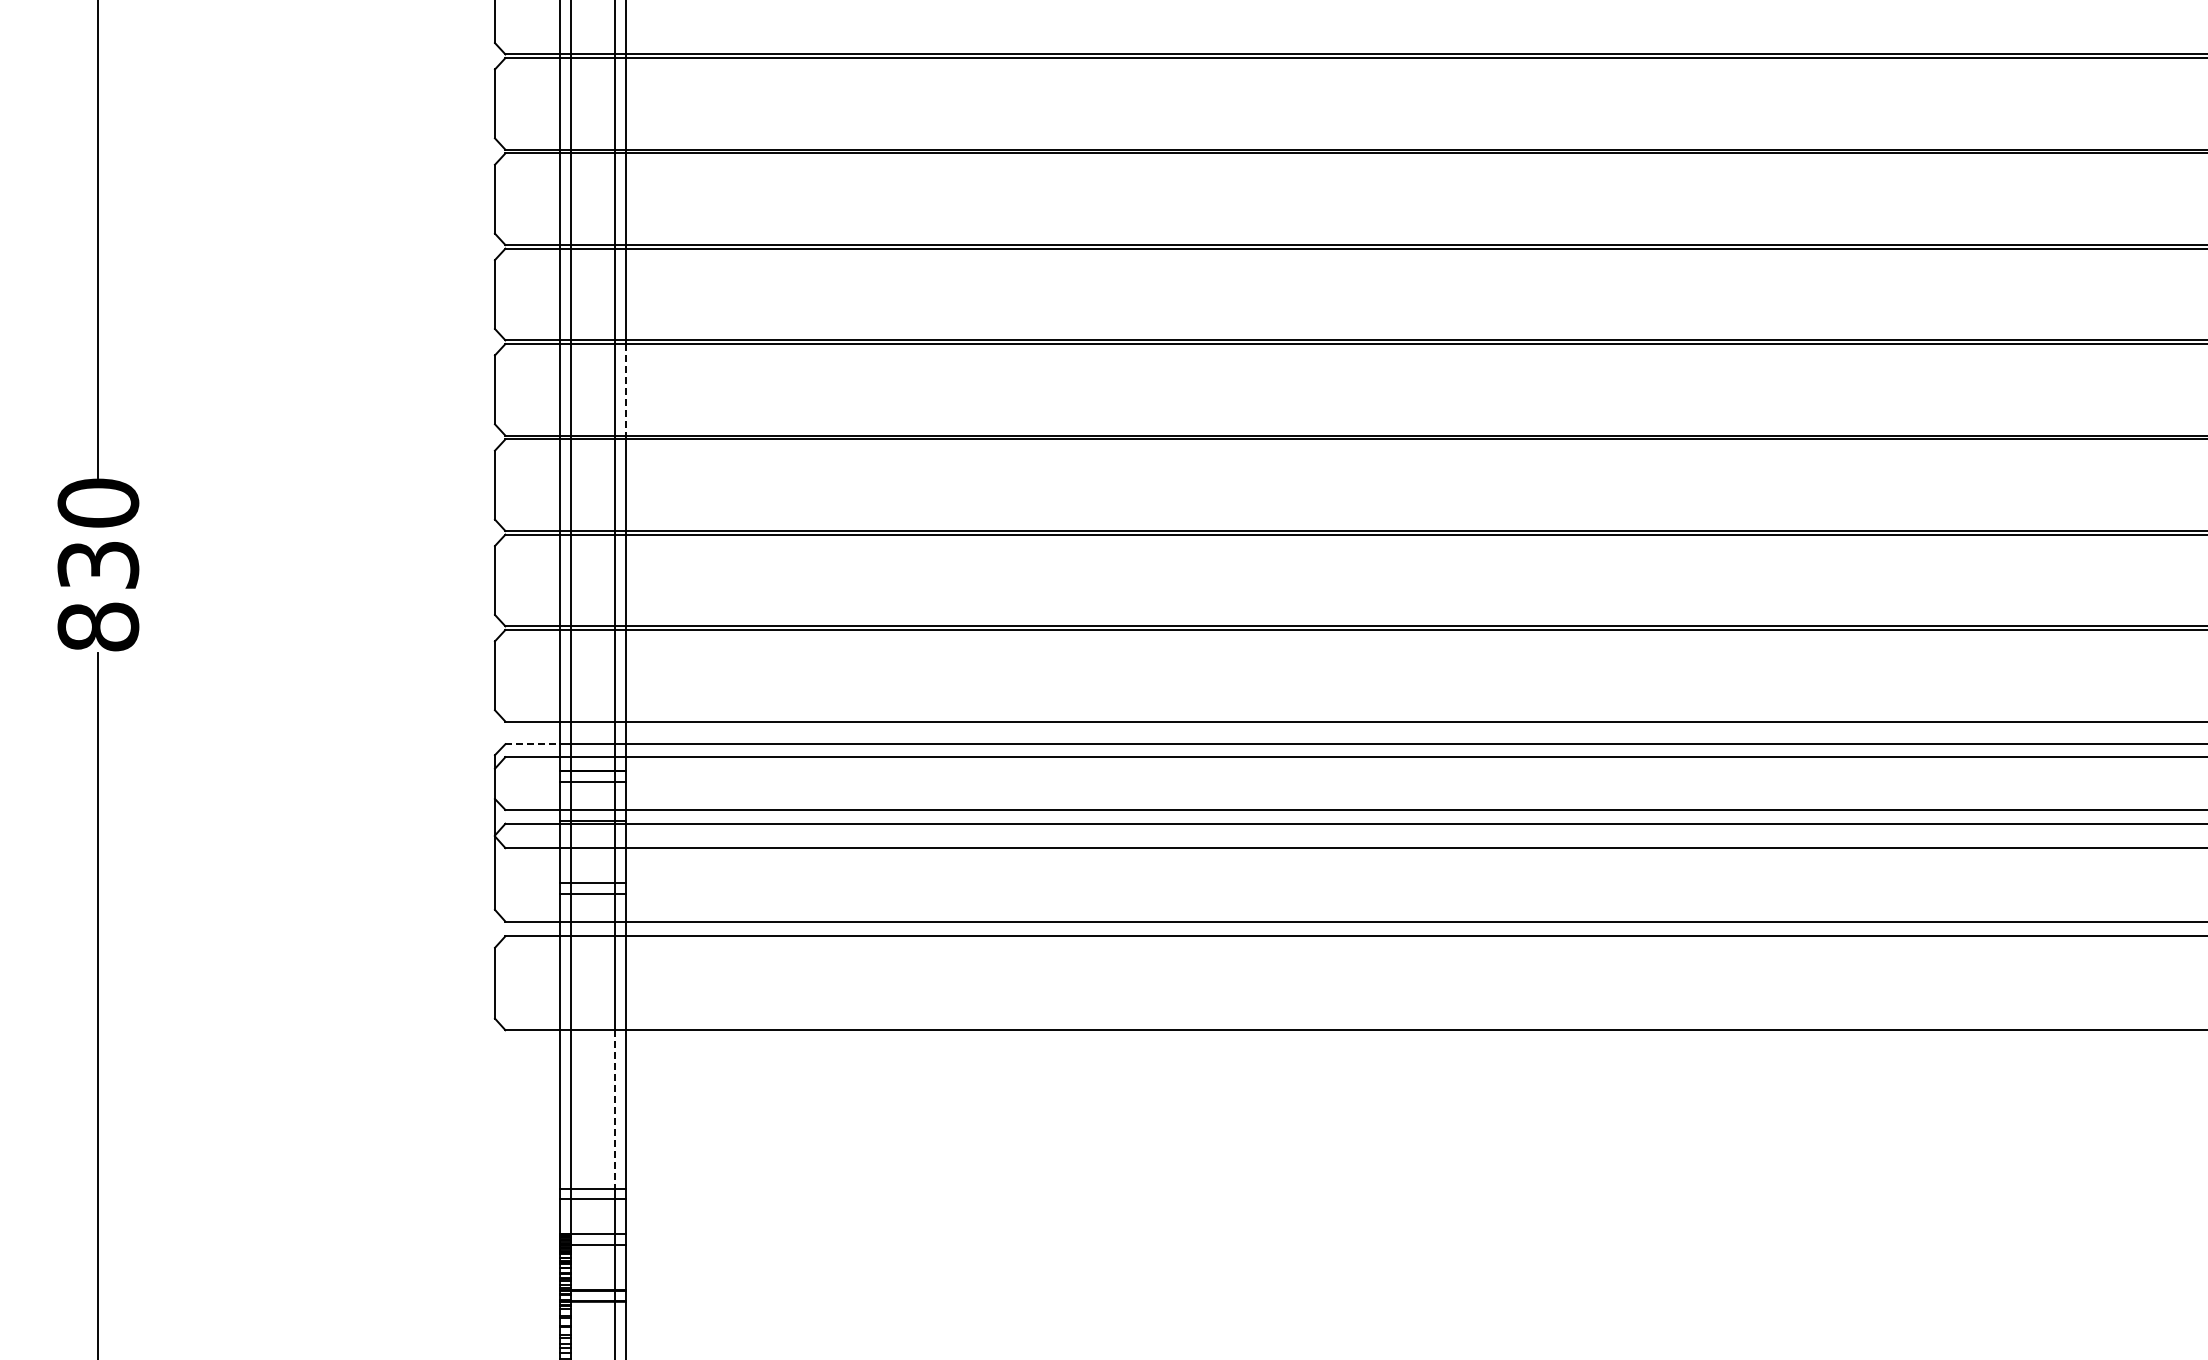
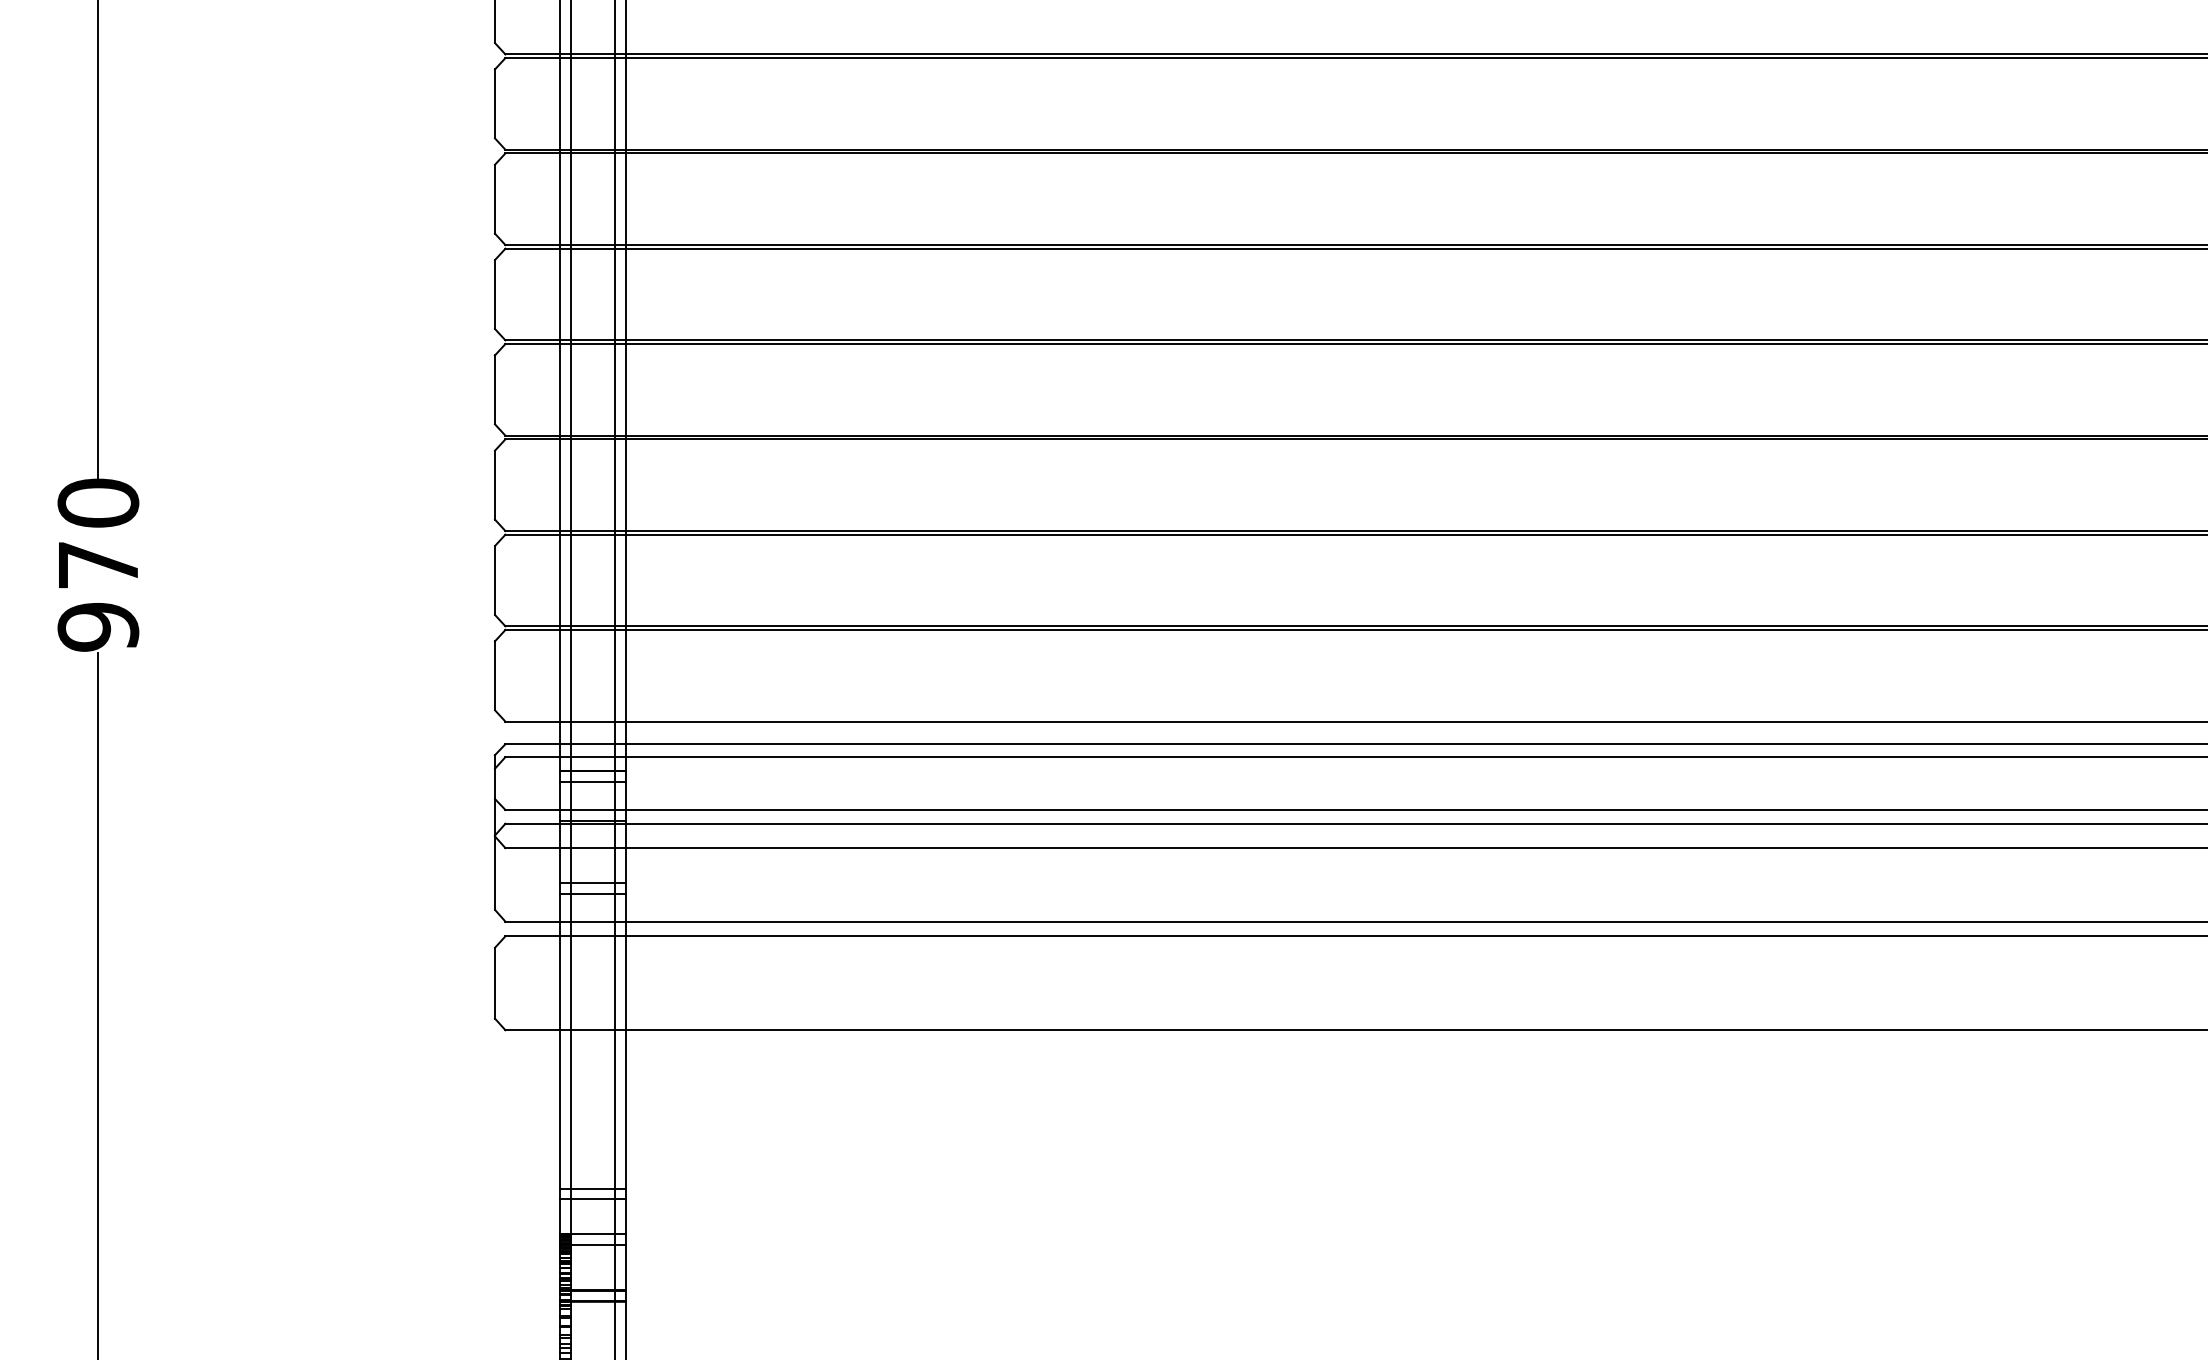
line at (626, 389): dashed -> solid
text at (98, 596): 830 -> 970
line at (533, 744): dashed -> solid
line at (615, 1109): dashed -> solid
